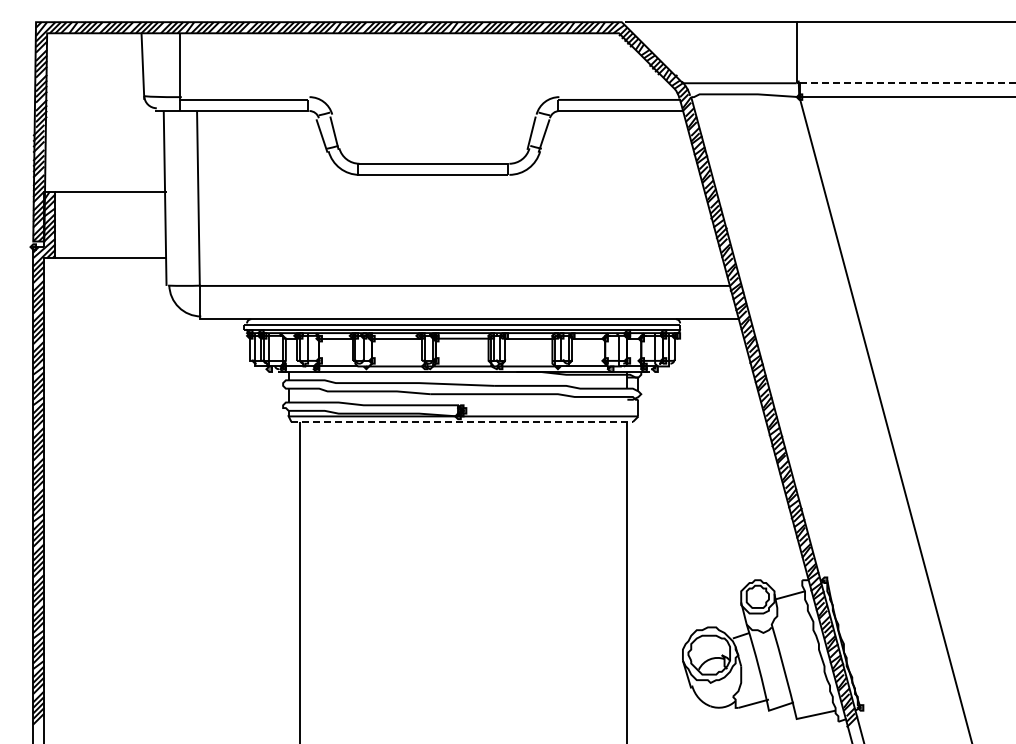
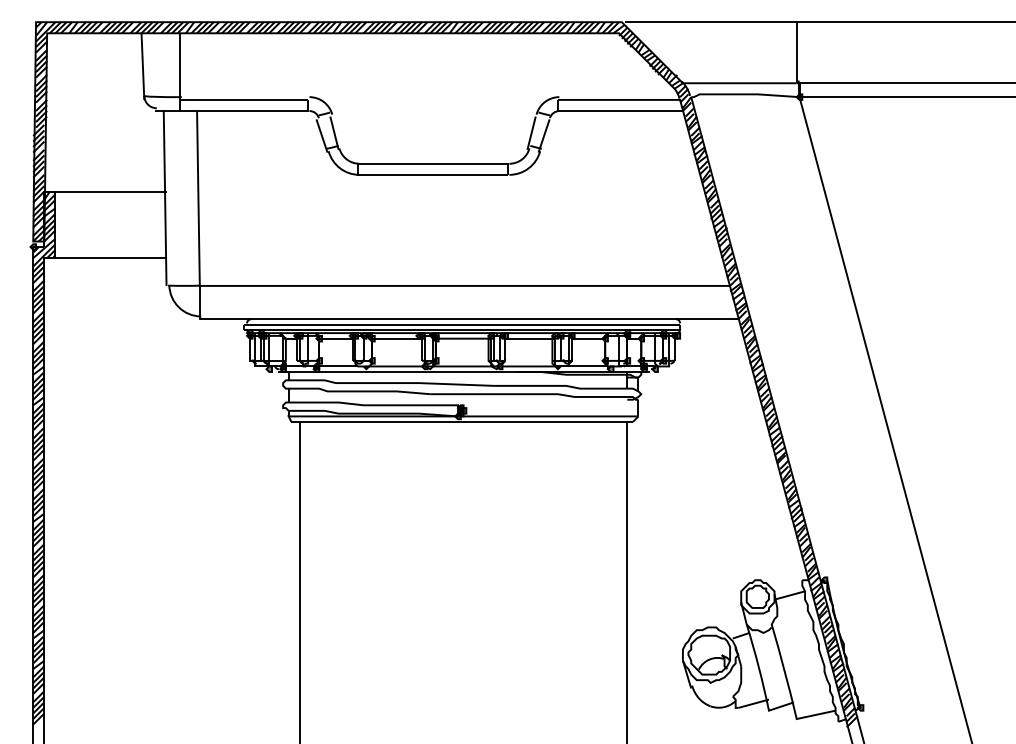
line at (907, 83): dashed -> solid
line at (462, 421): dashed -> solid
